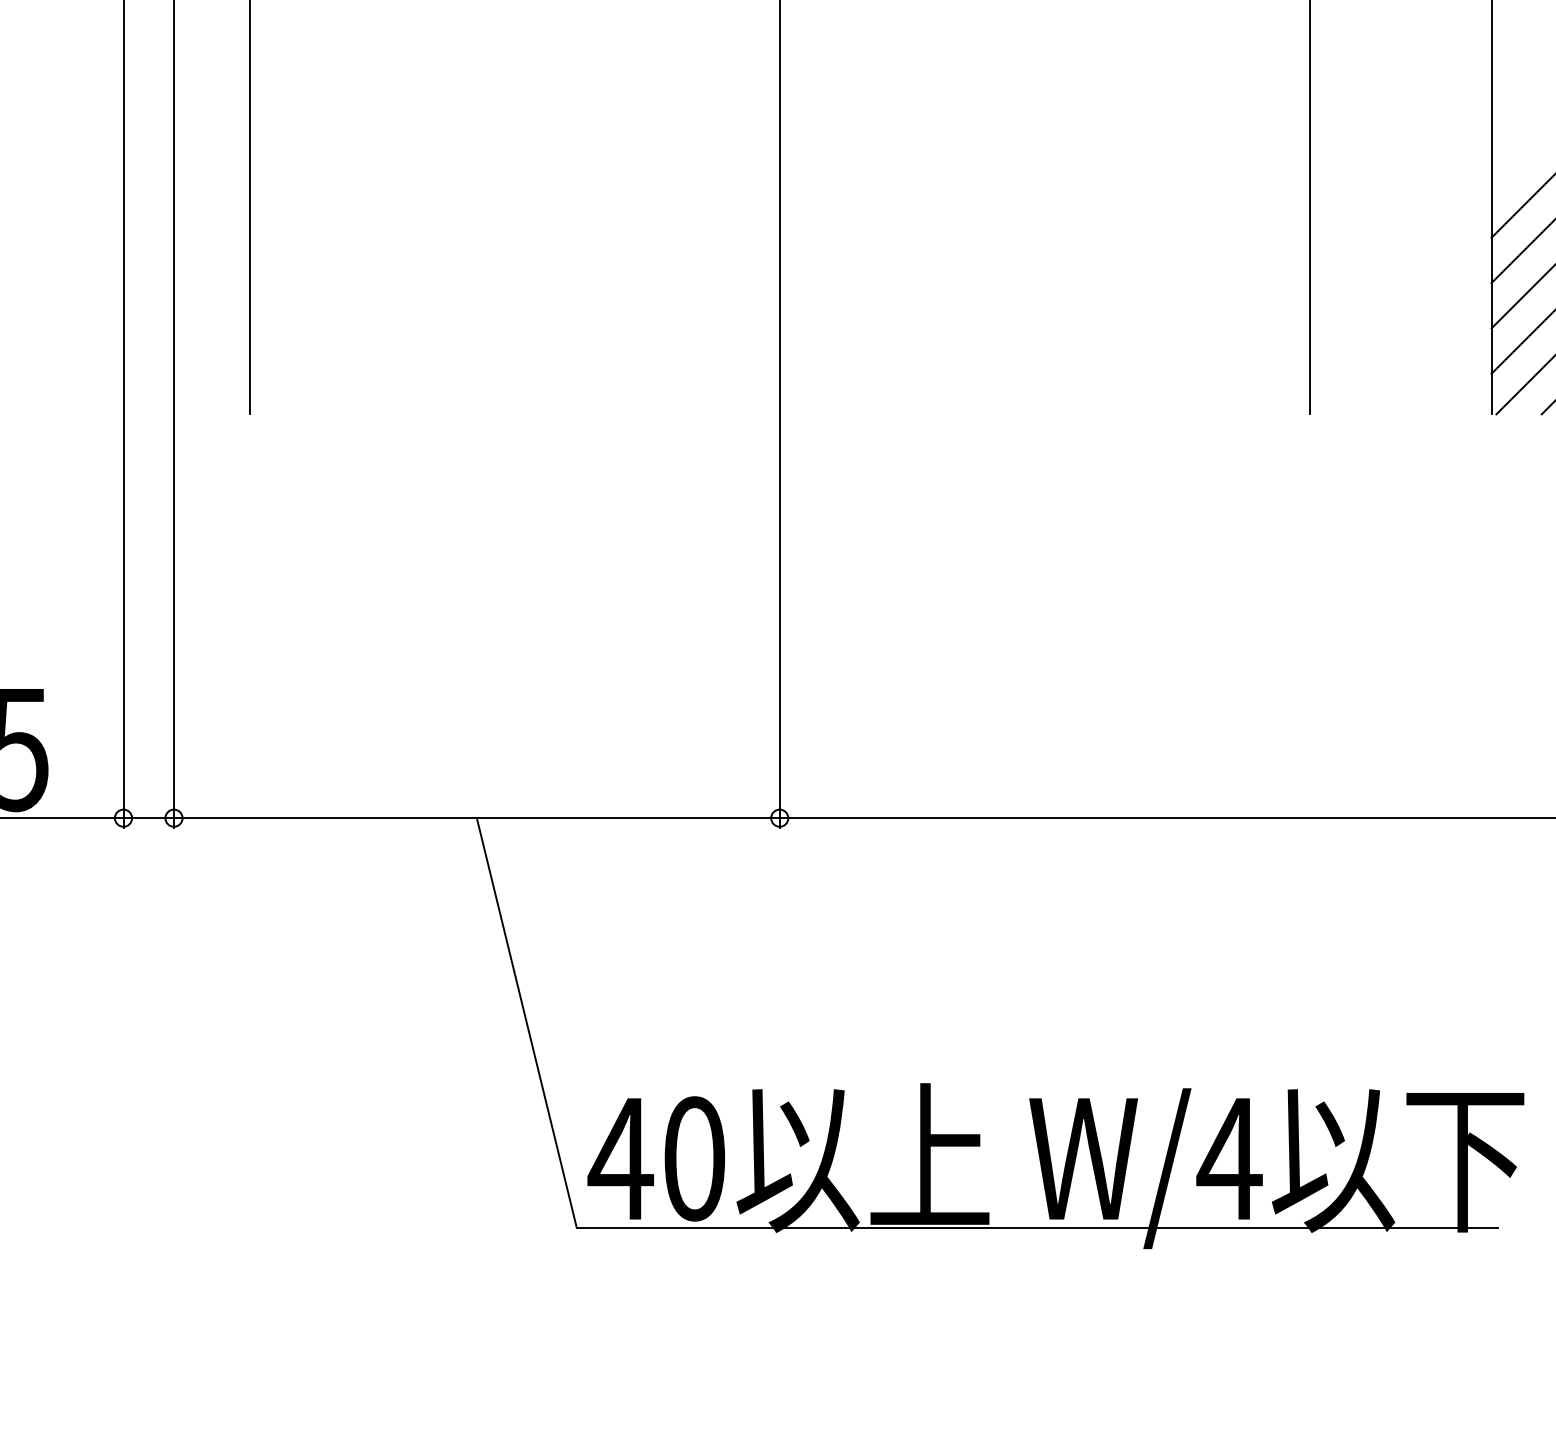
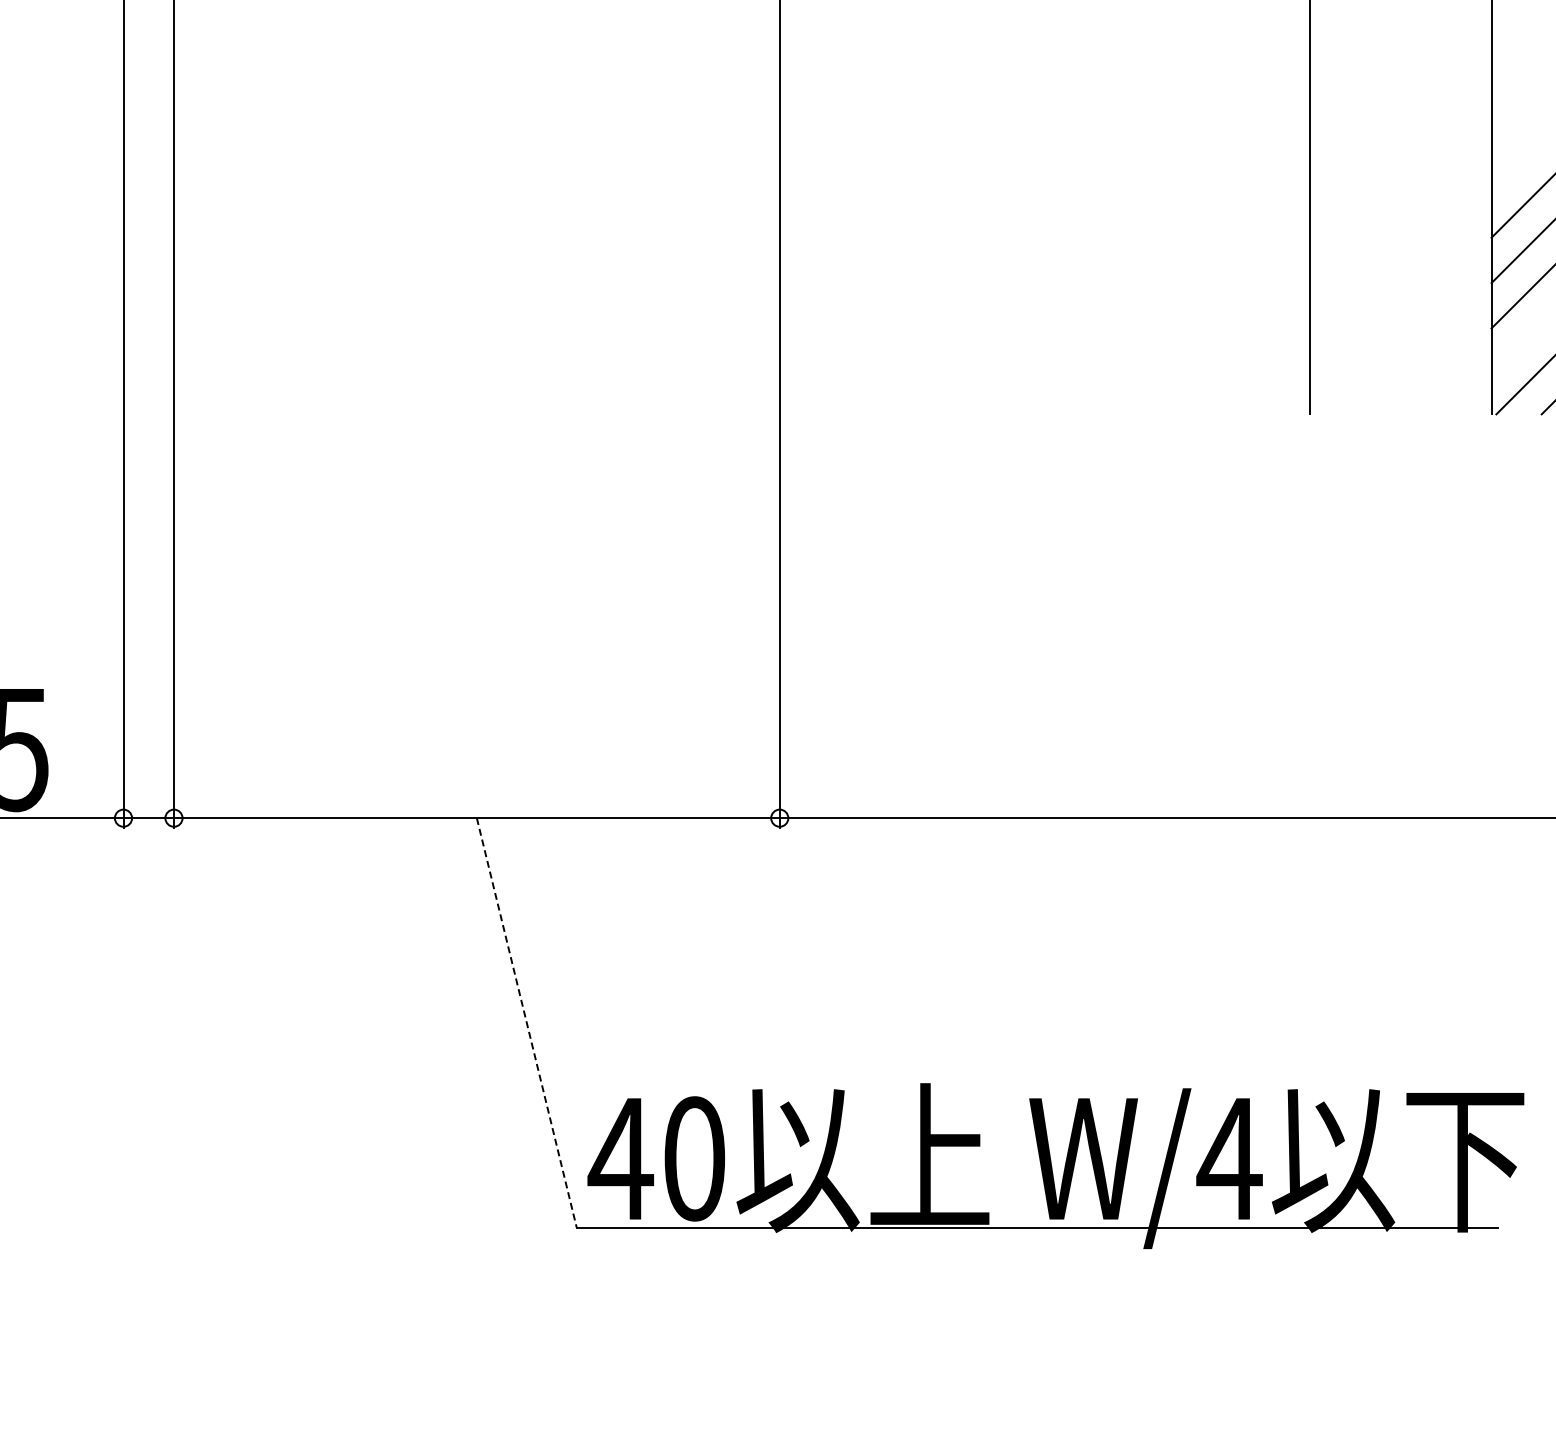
line at (249, 208): present -> none
line at (1521, 342): present -> none
line at (526, 1022): solid -> dashed
